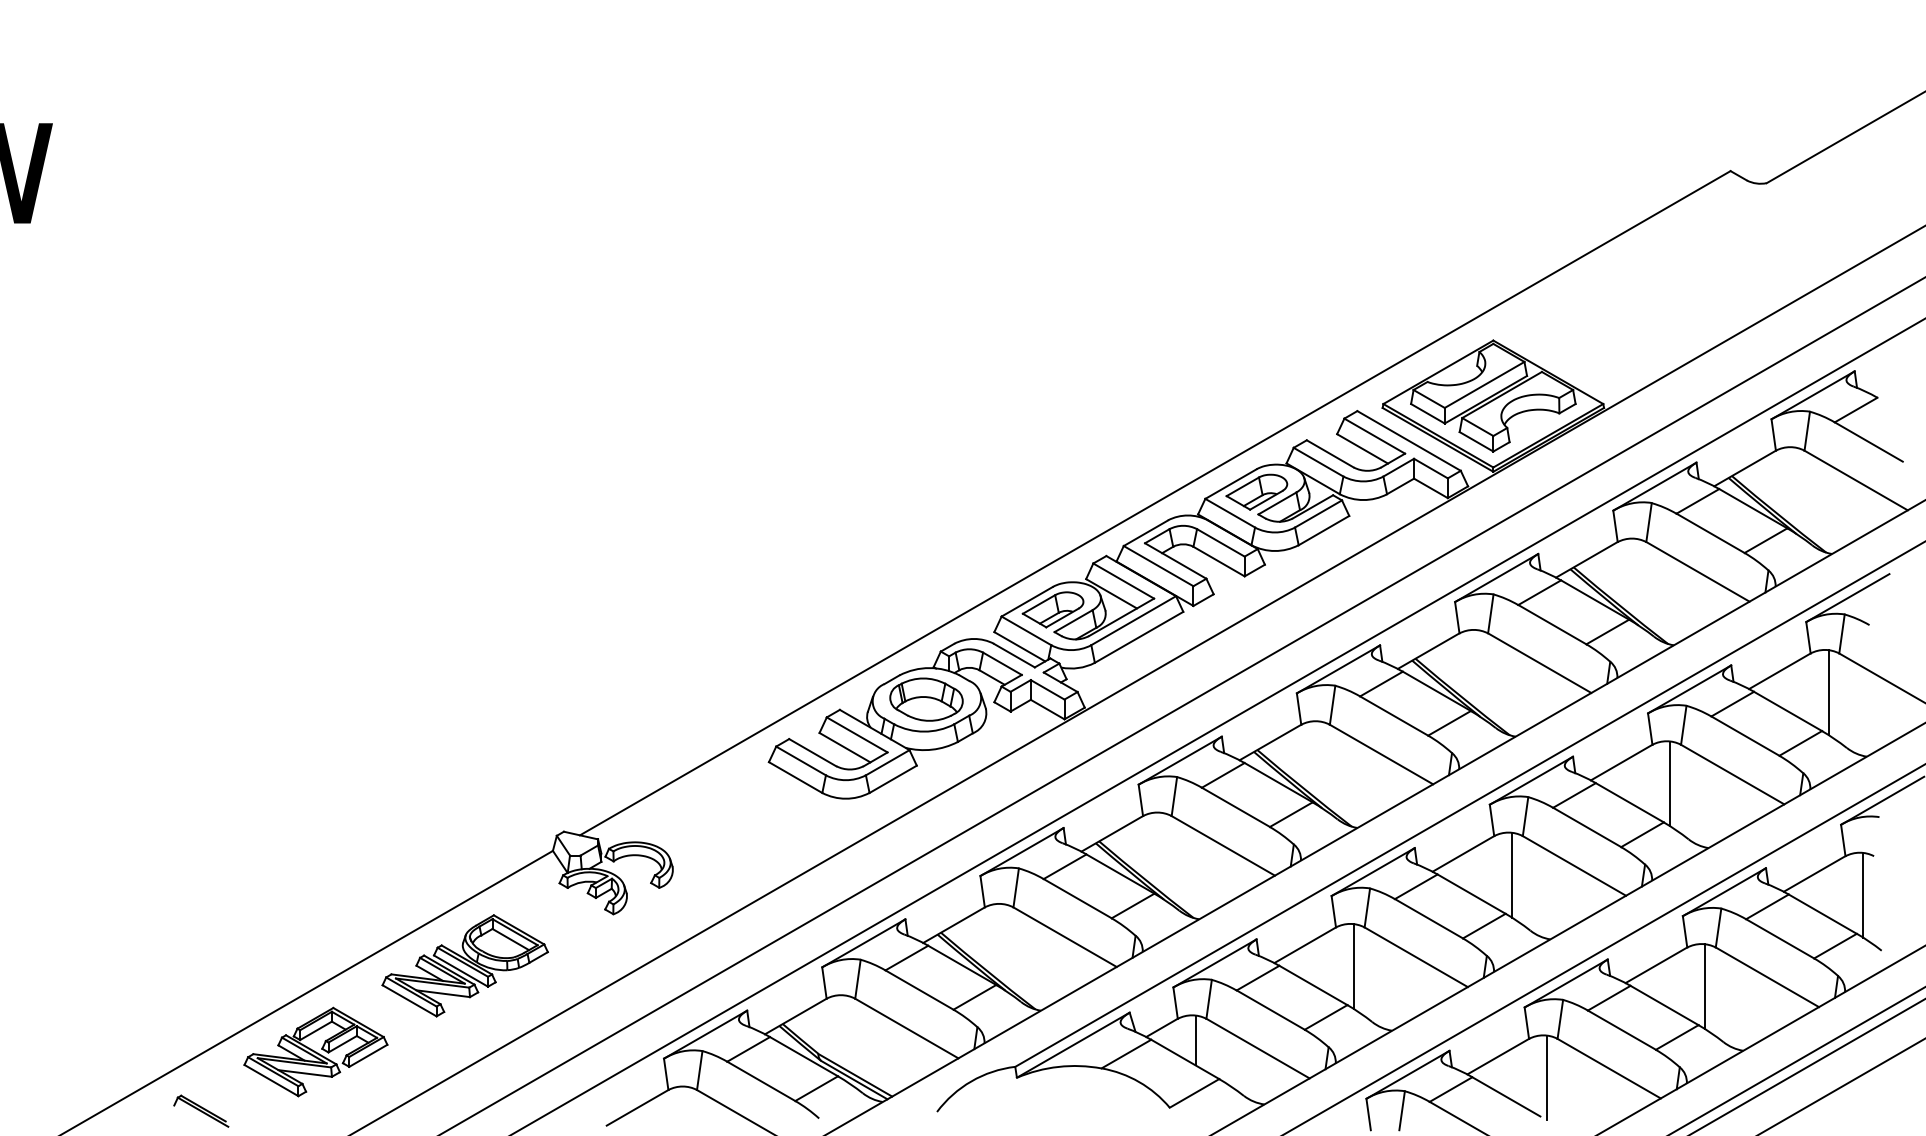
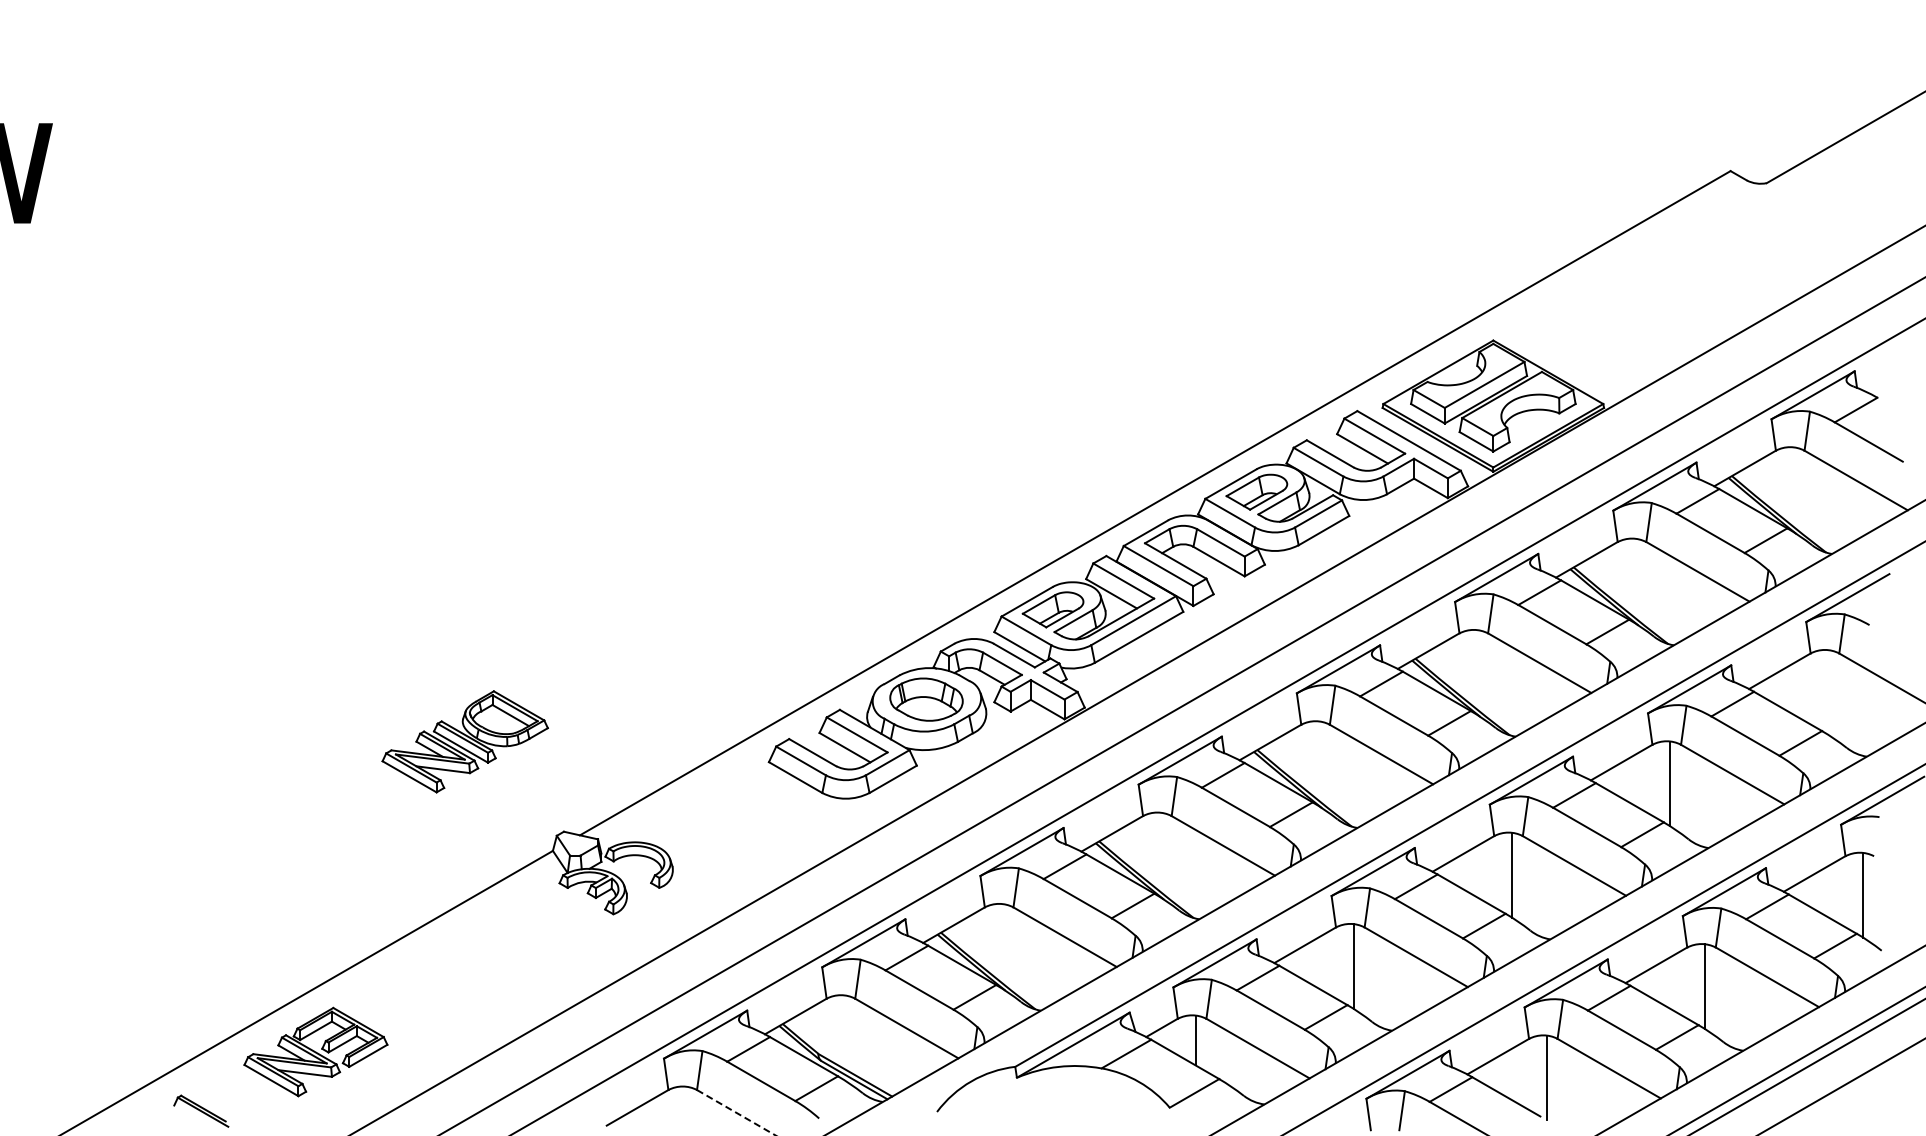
line at (1828, 692): present -> none
part at (464, 965) position: (464, 965) -> (464, 741)
line at (736, 1112): solid -> dashed
